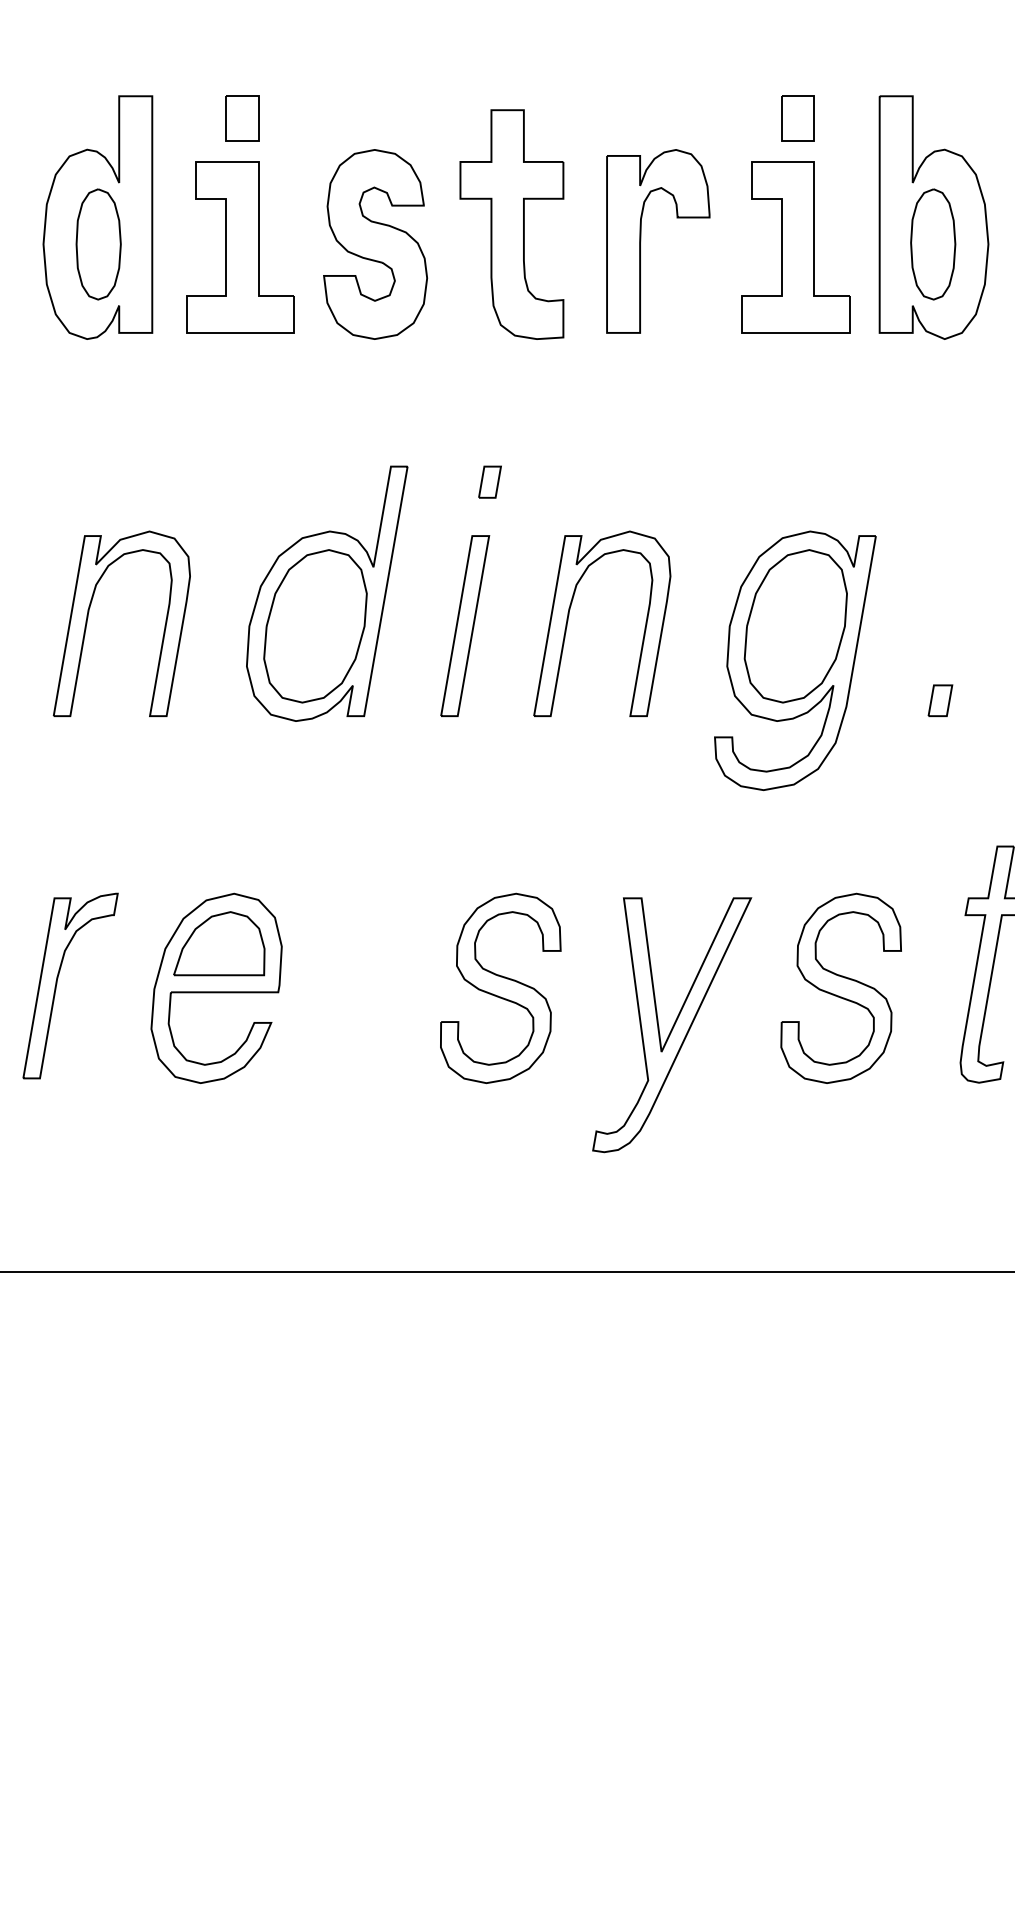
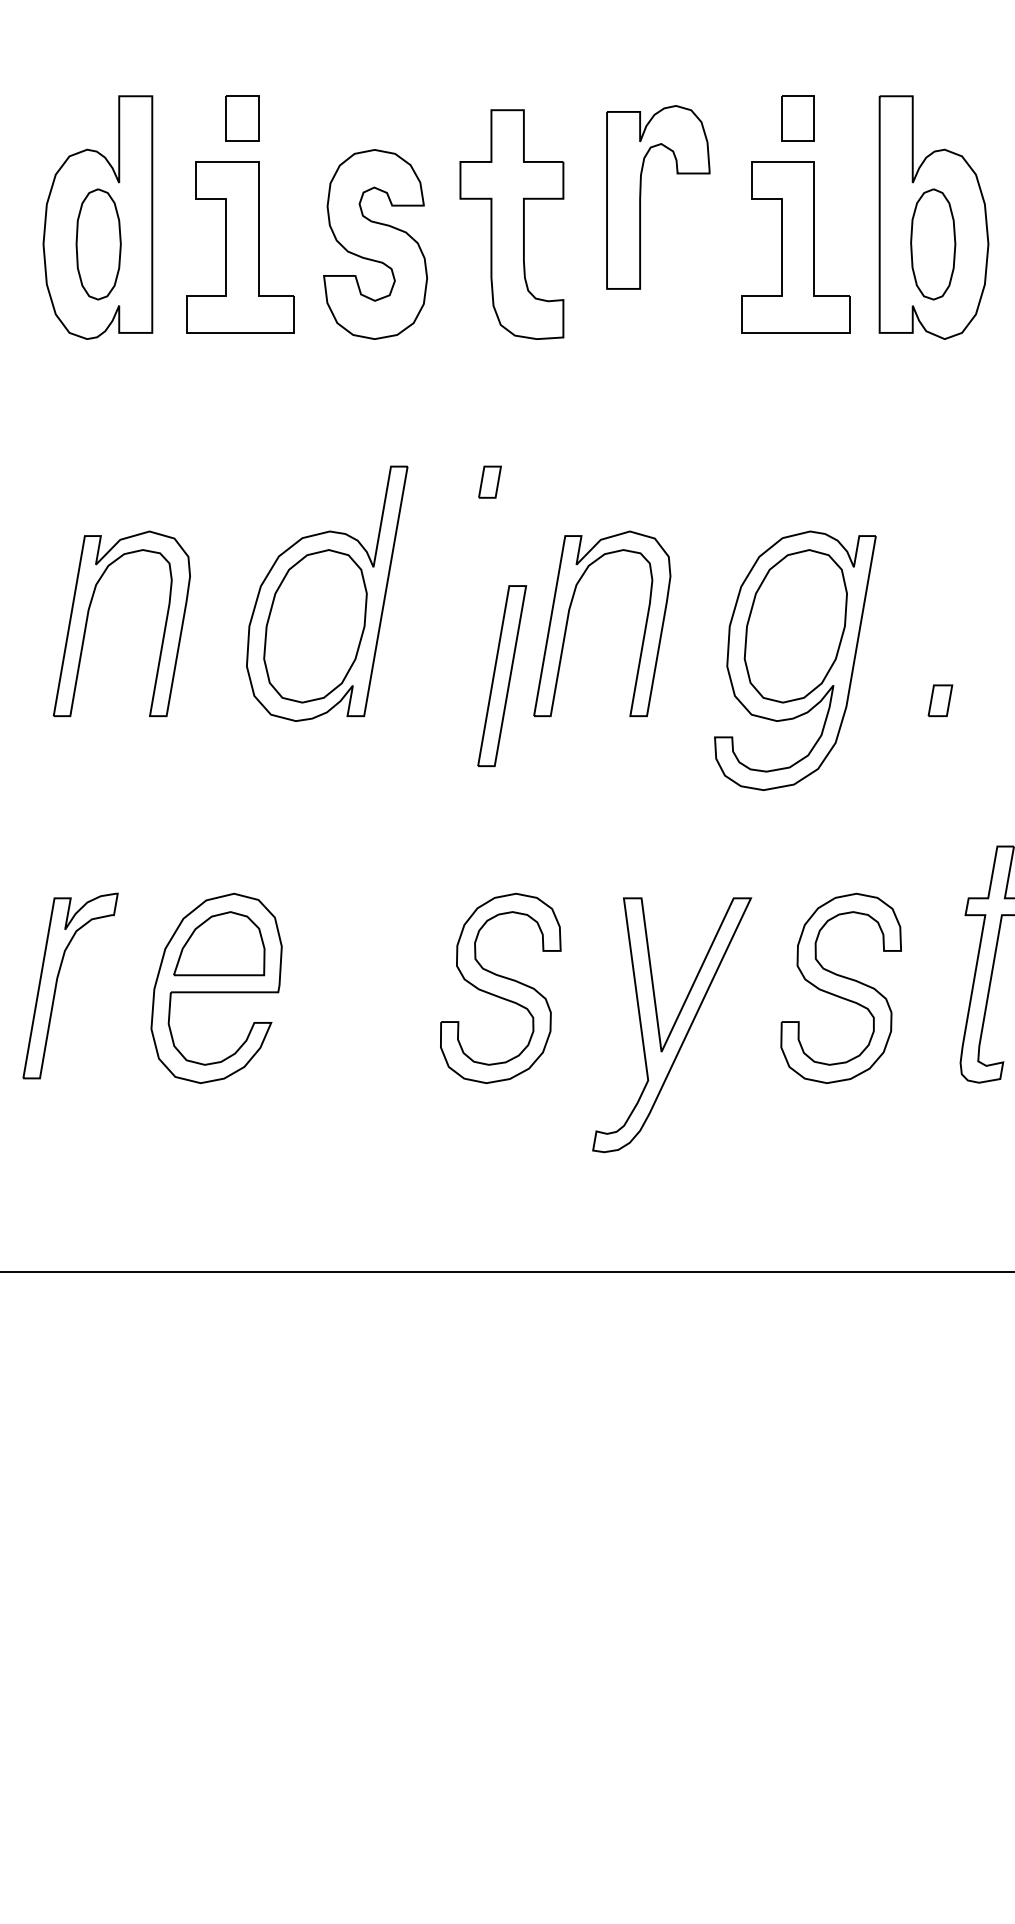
part at (641, 241) position: (641, 241) -> (641, 197)
part at (465, 625) position: (465, 625) -> (502, 675)
